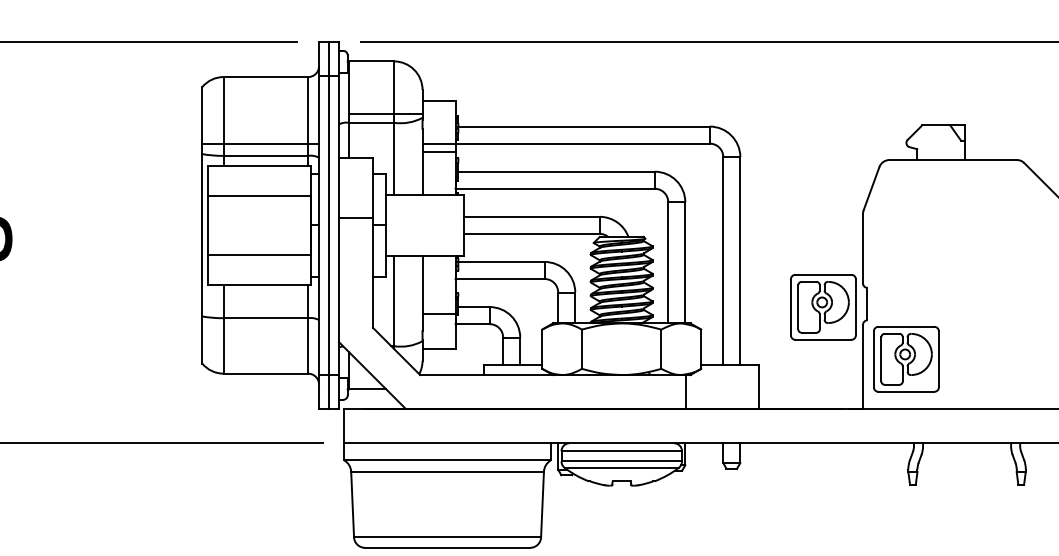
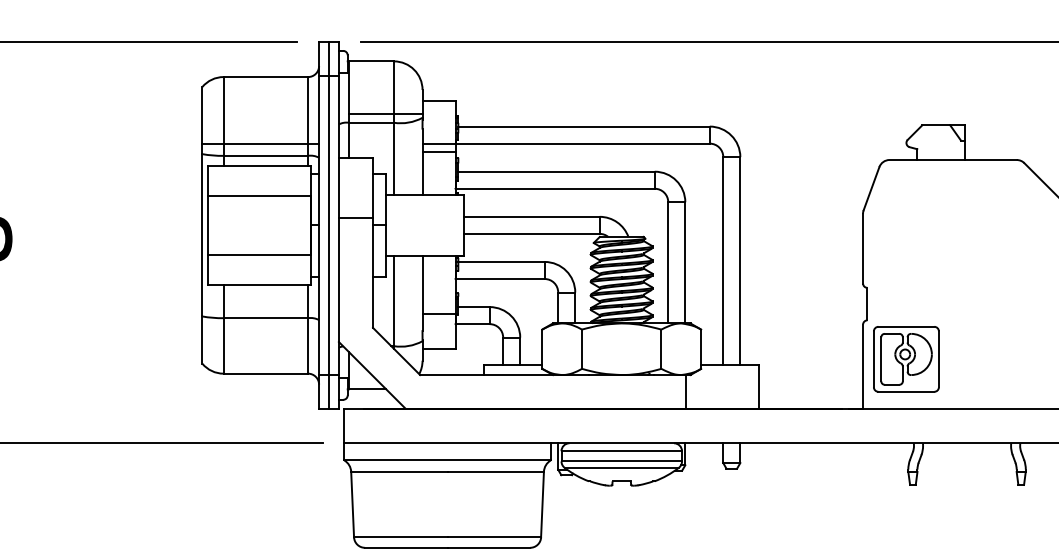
part at (823, 307): present -> none
